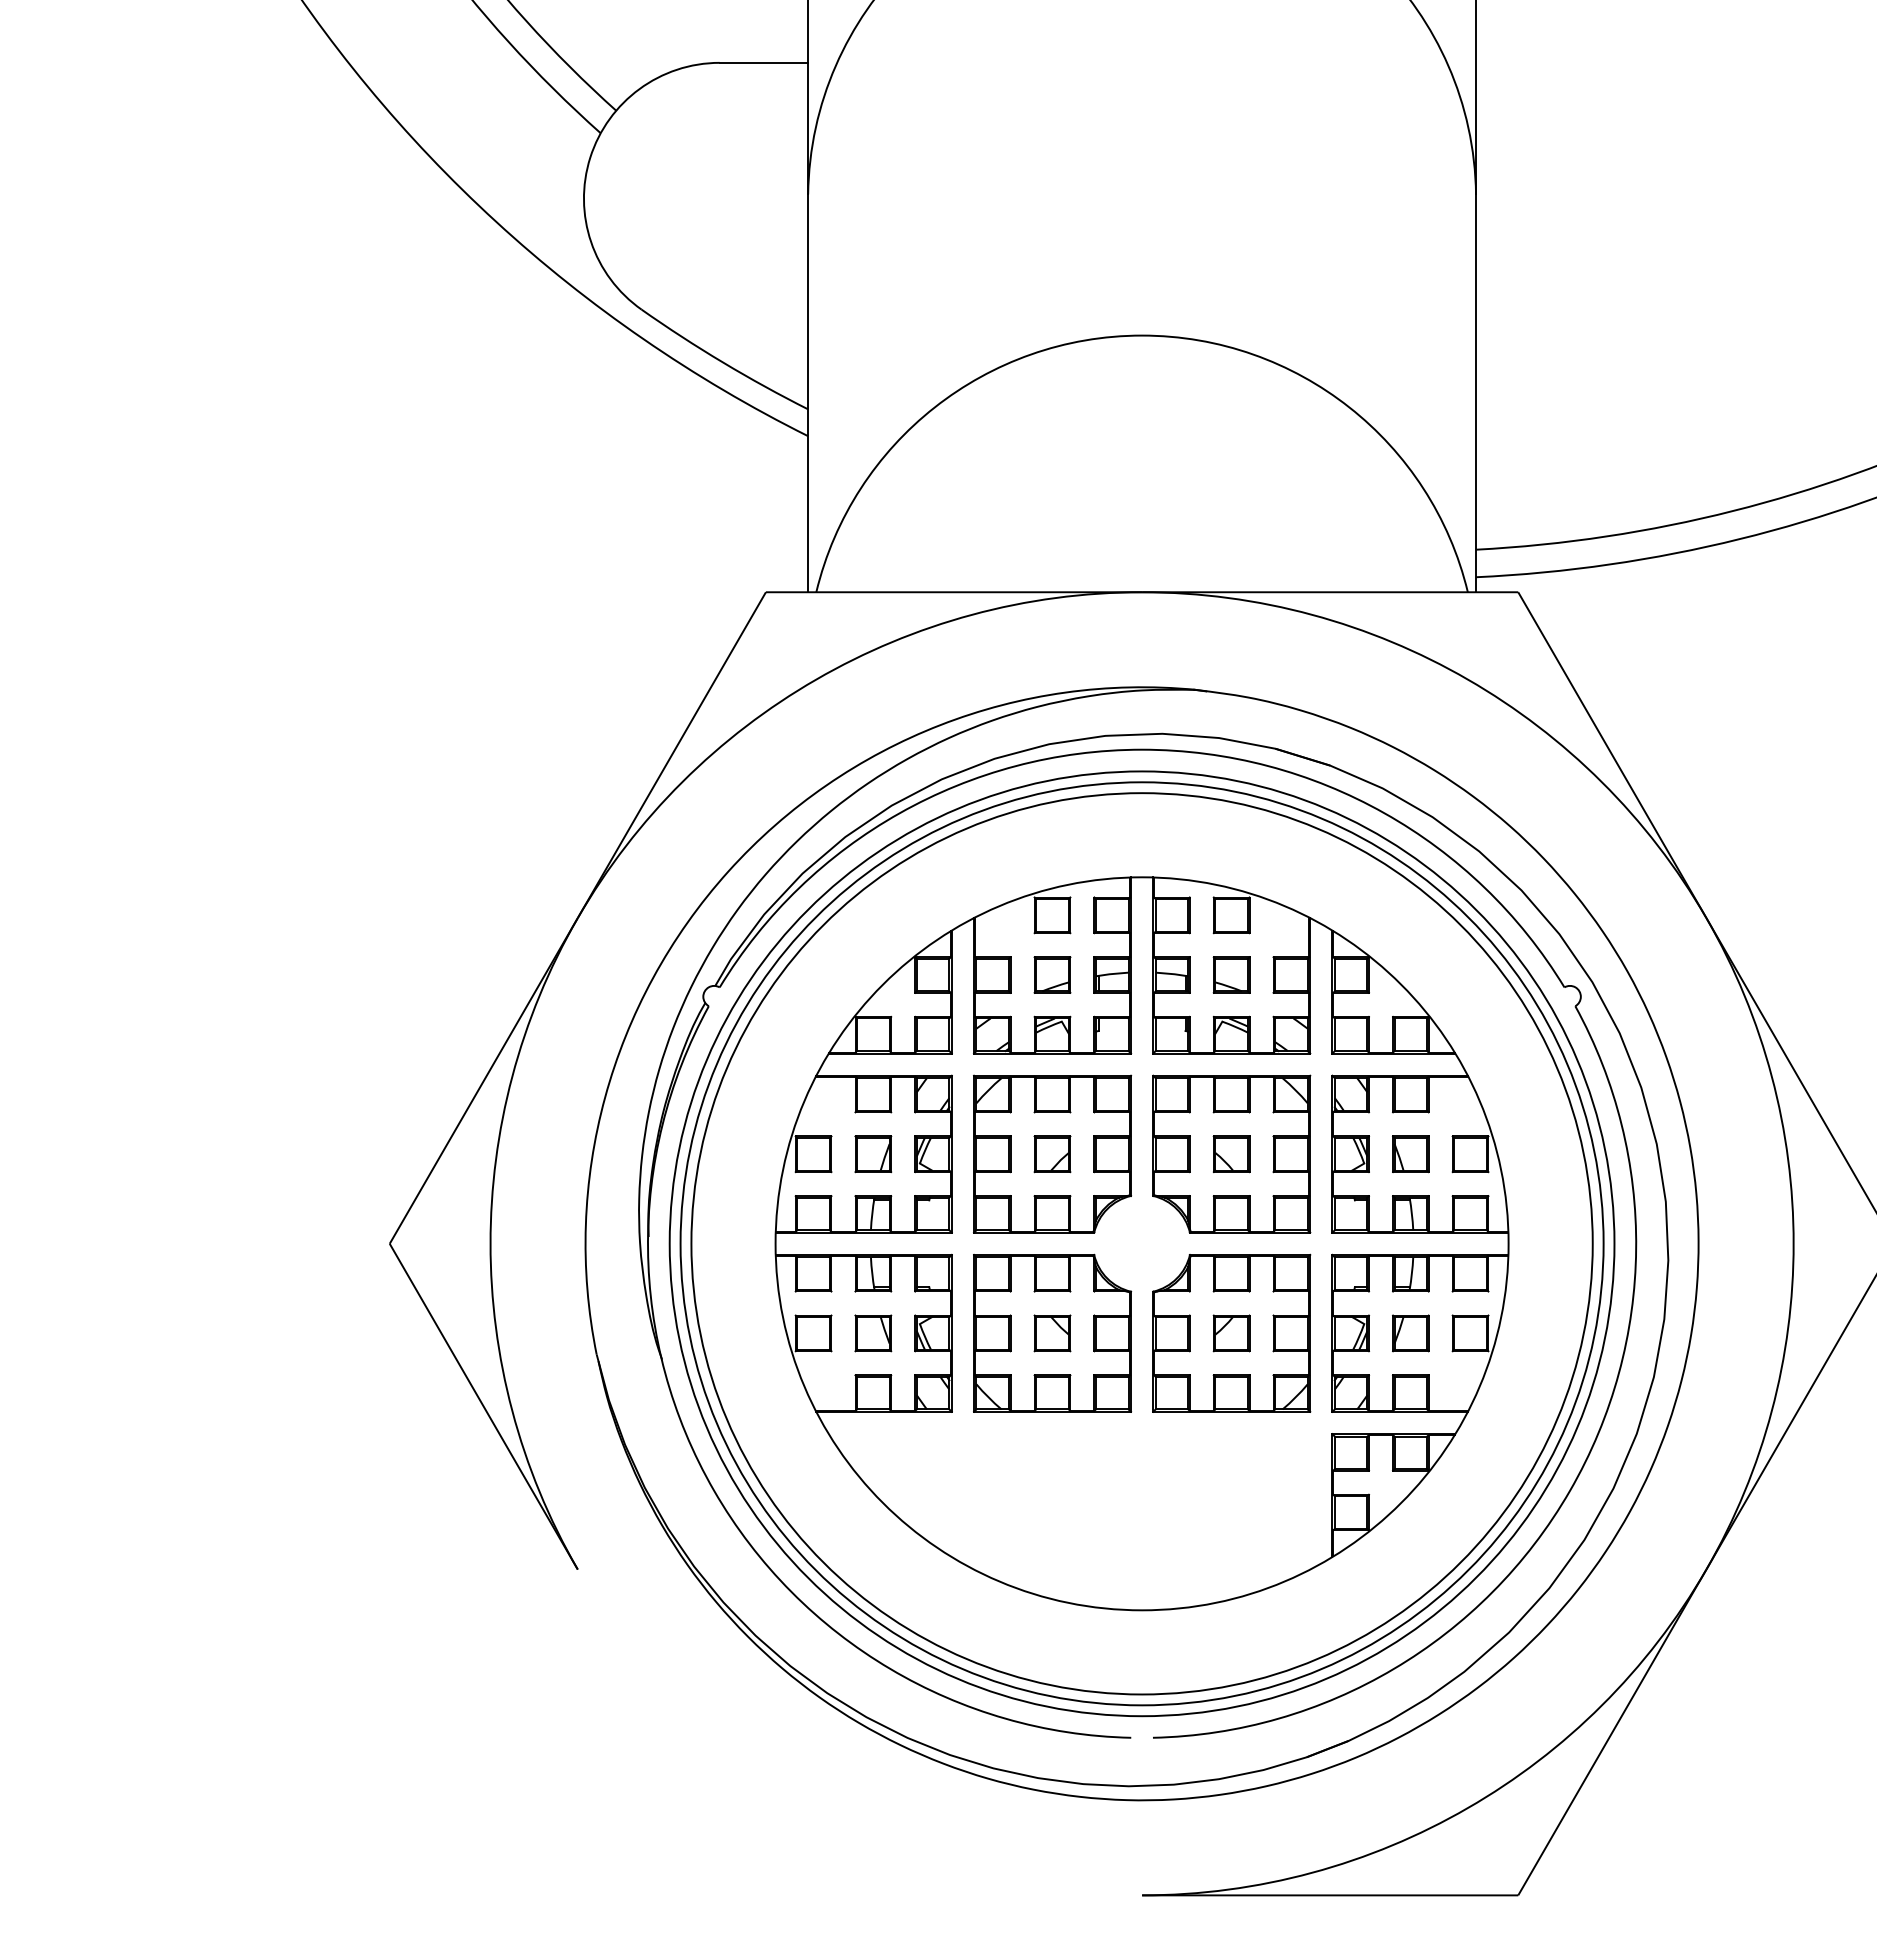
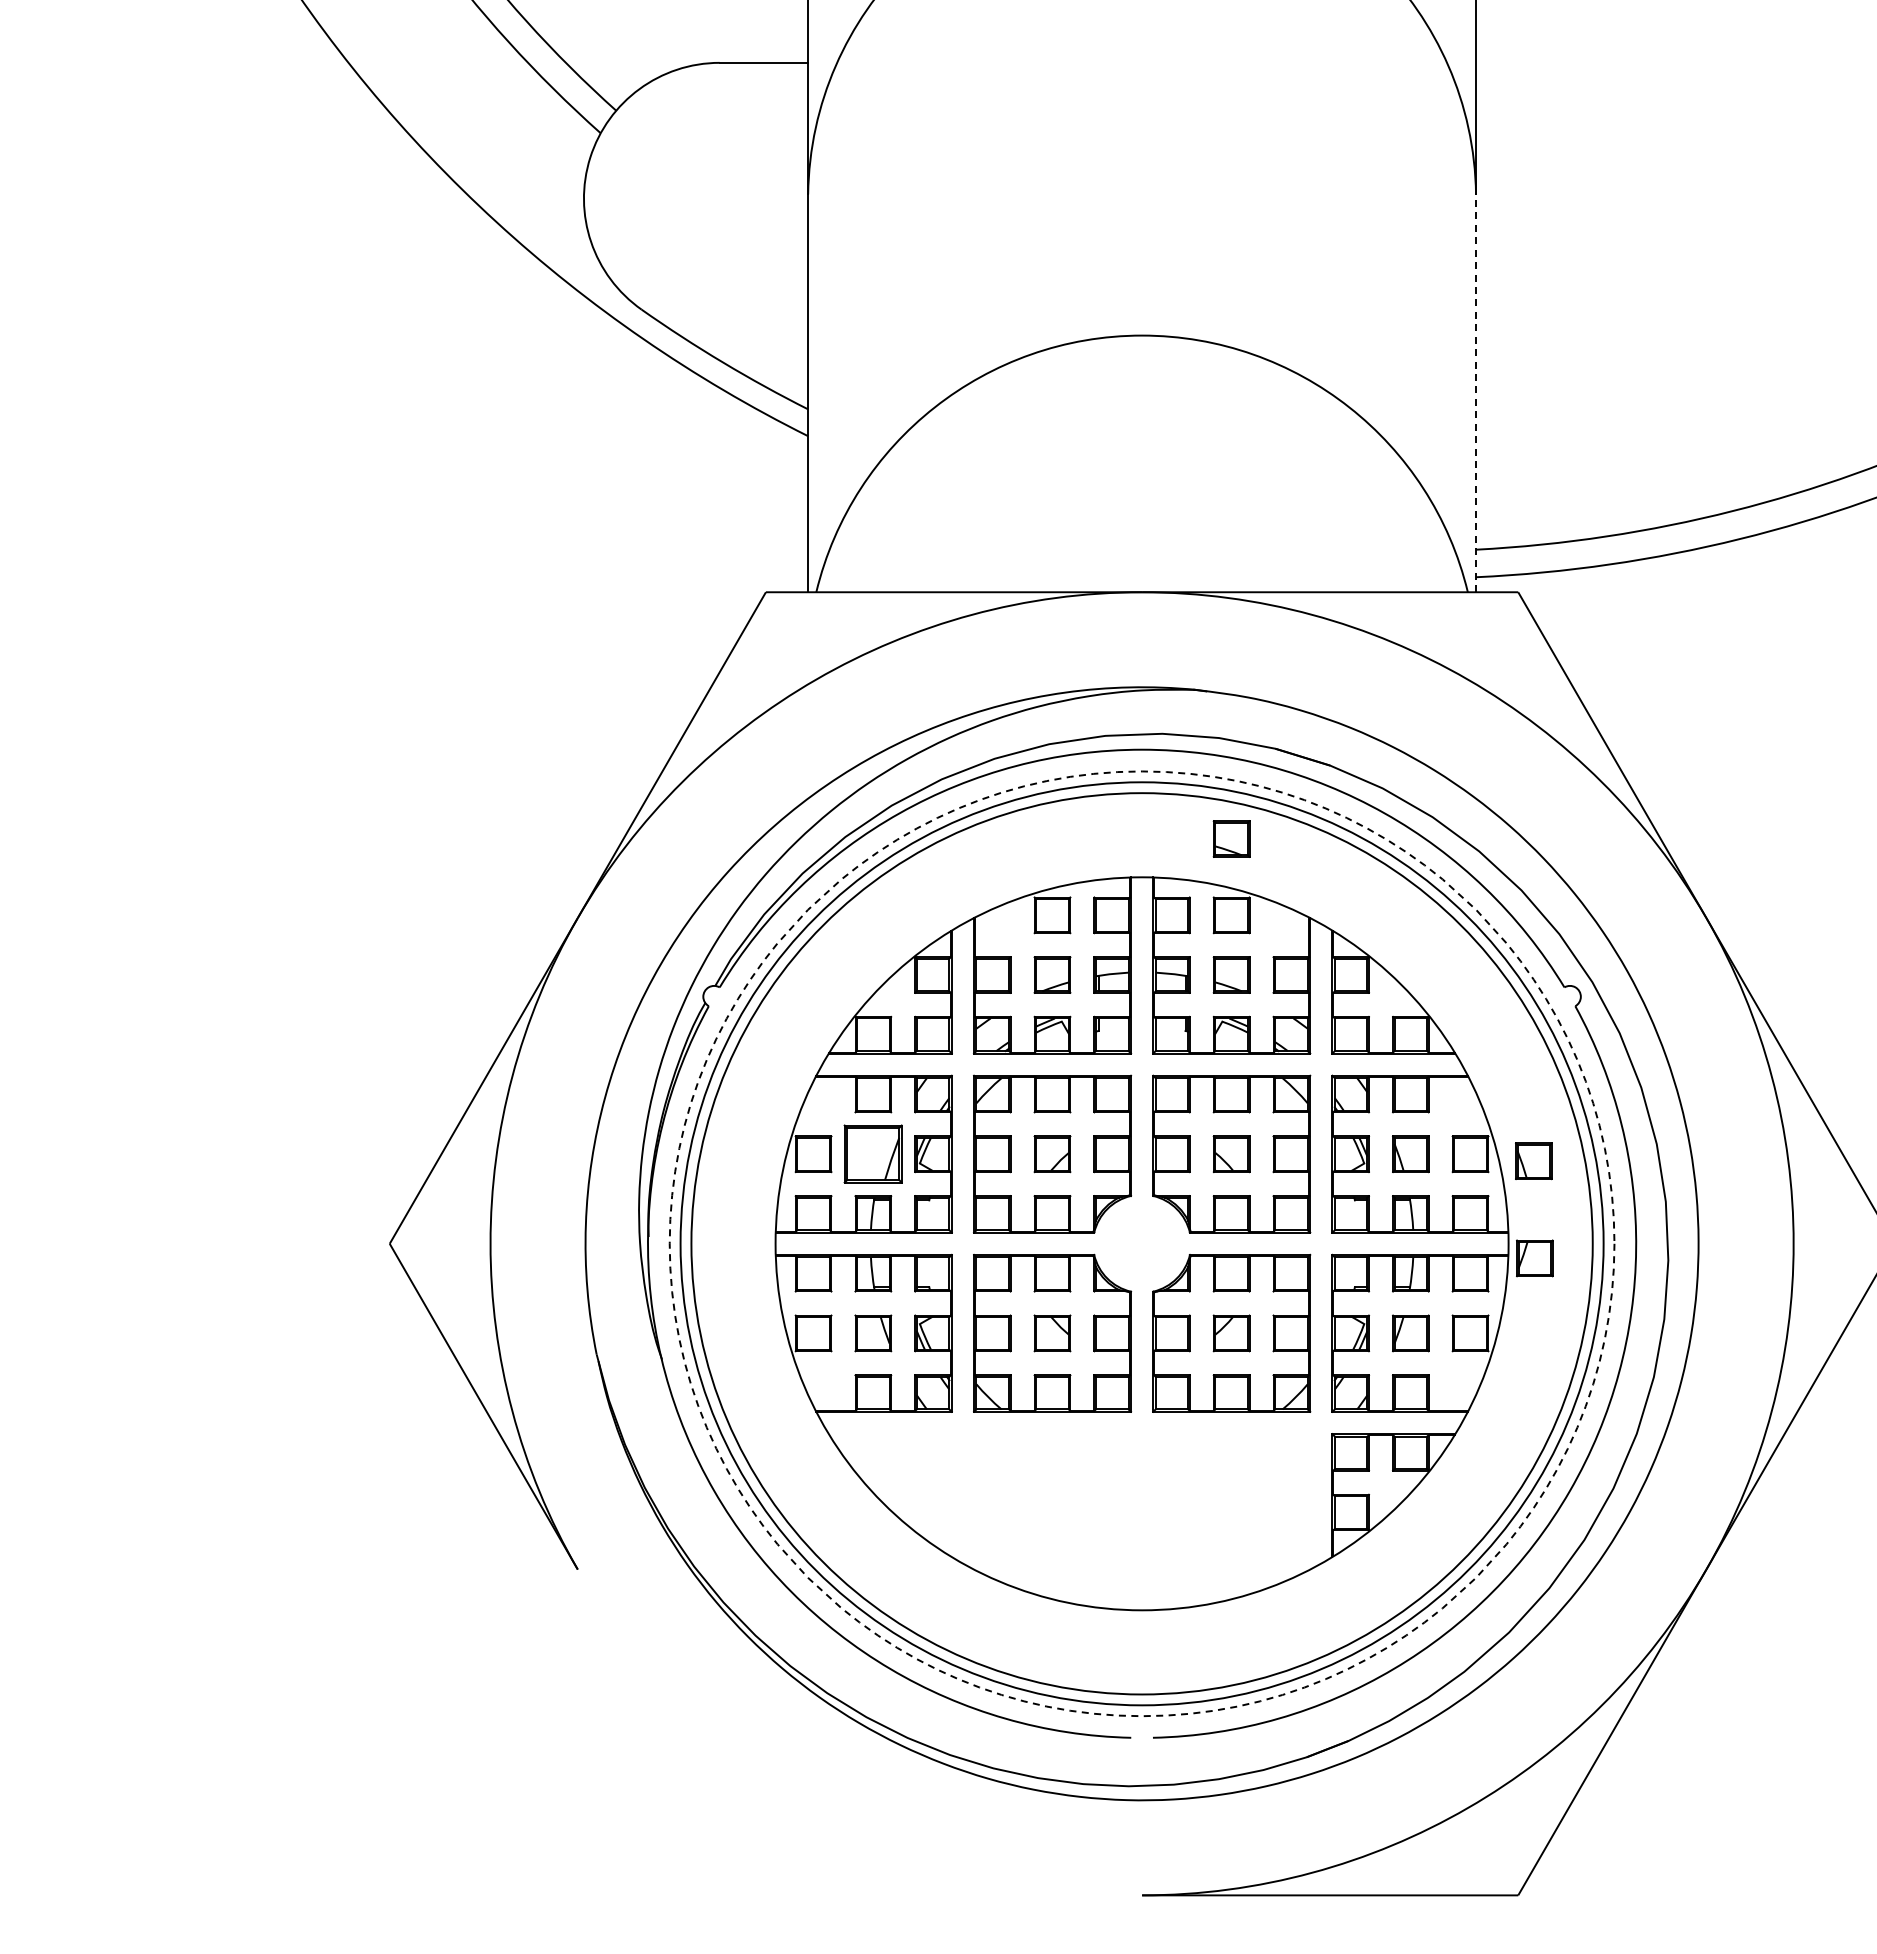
line at (1476, 393): solid -> dashed
part at (1231, 838): none -> present
part at (873, 1154) size: 39x39 px -> 60x60 px
part at (1533, 1161): none -> present
circle at (1141, 1243): solid -> dashed
part at (1534, 1258): none -> present
